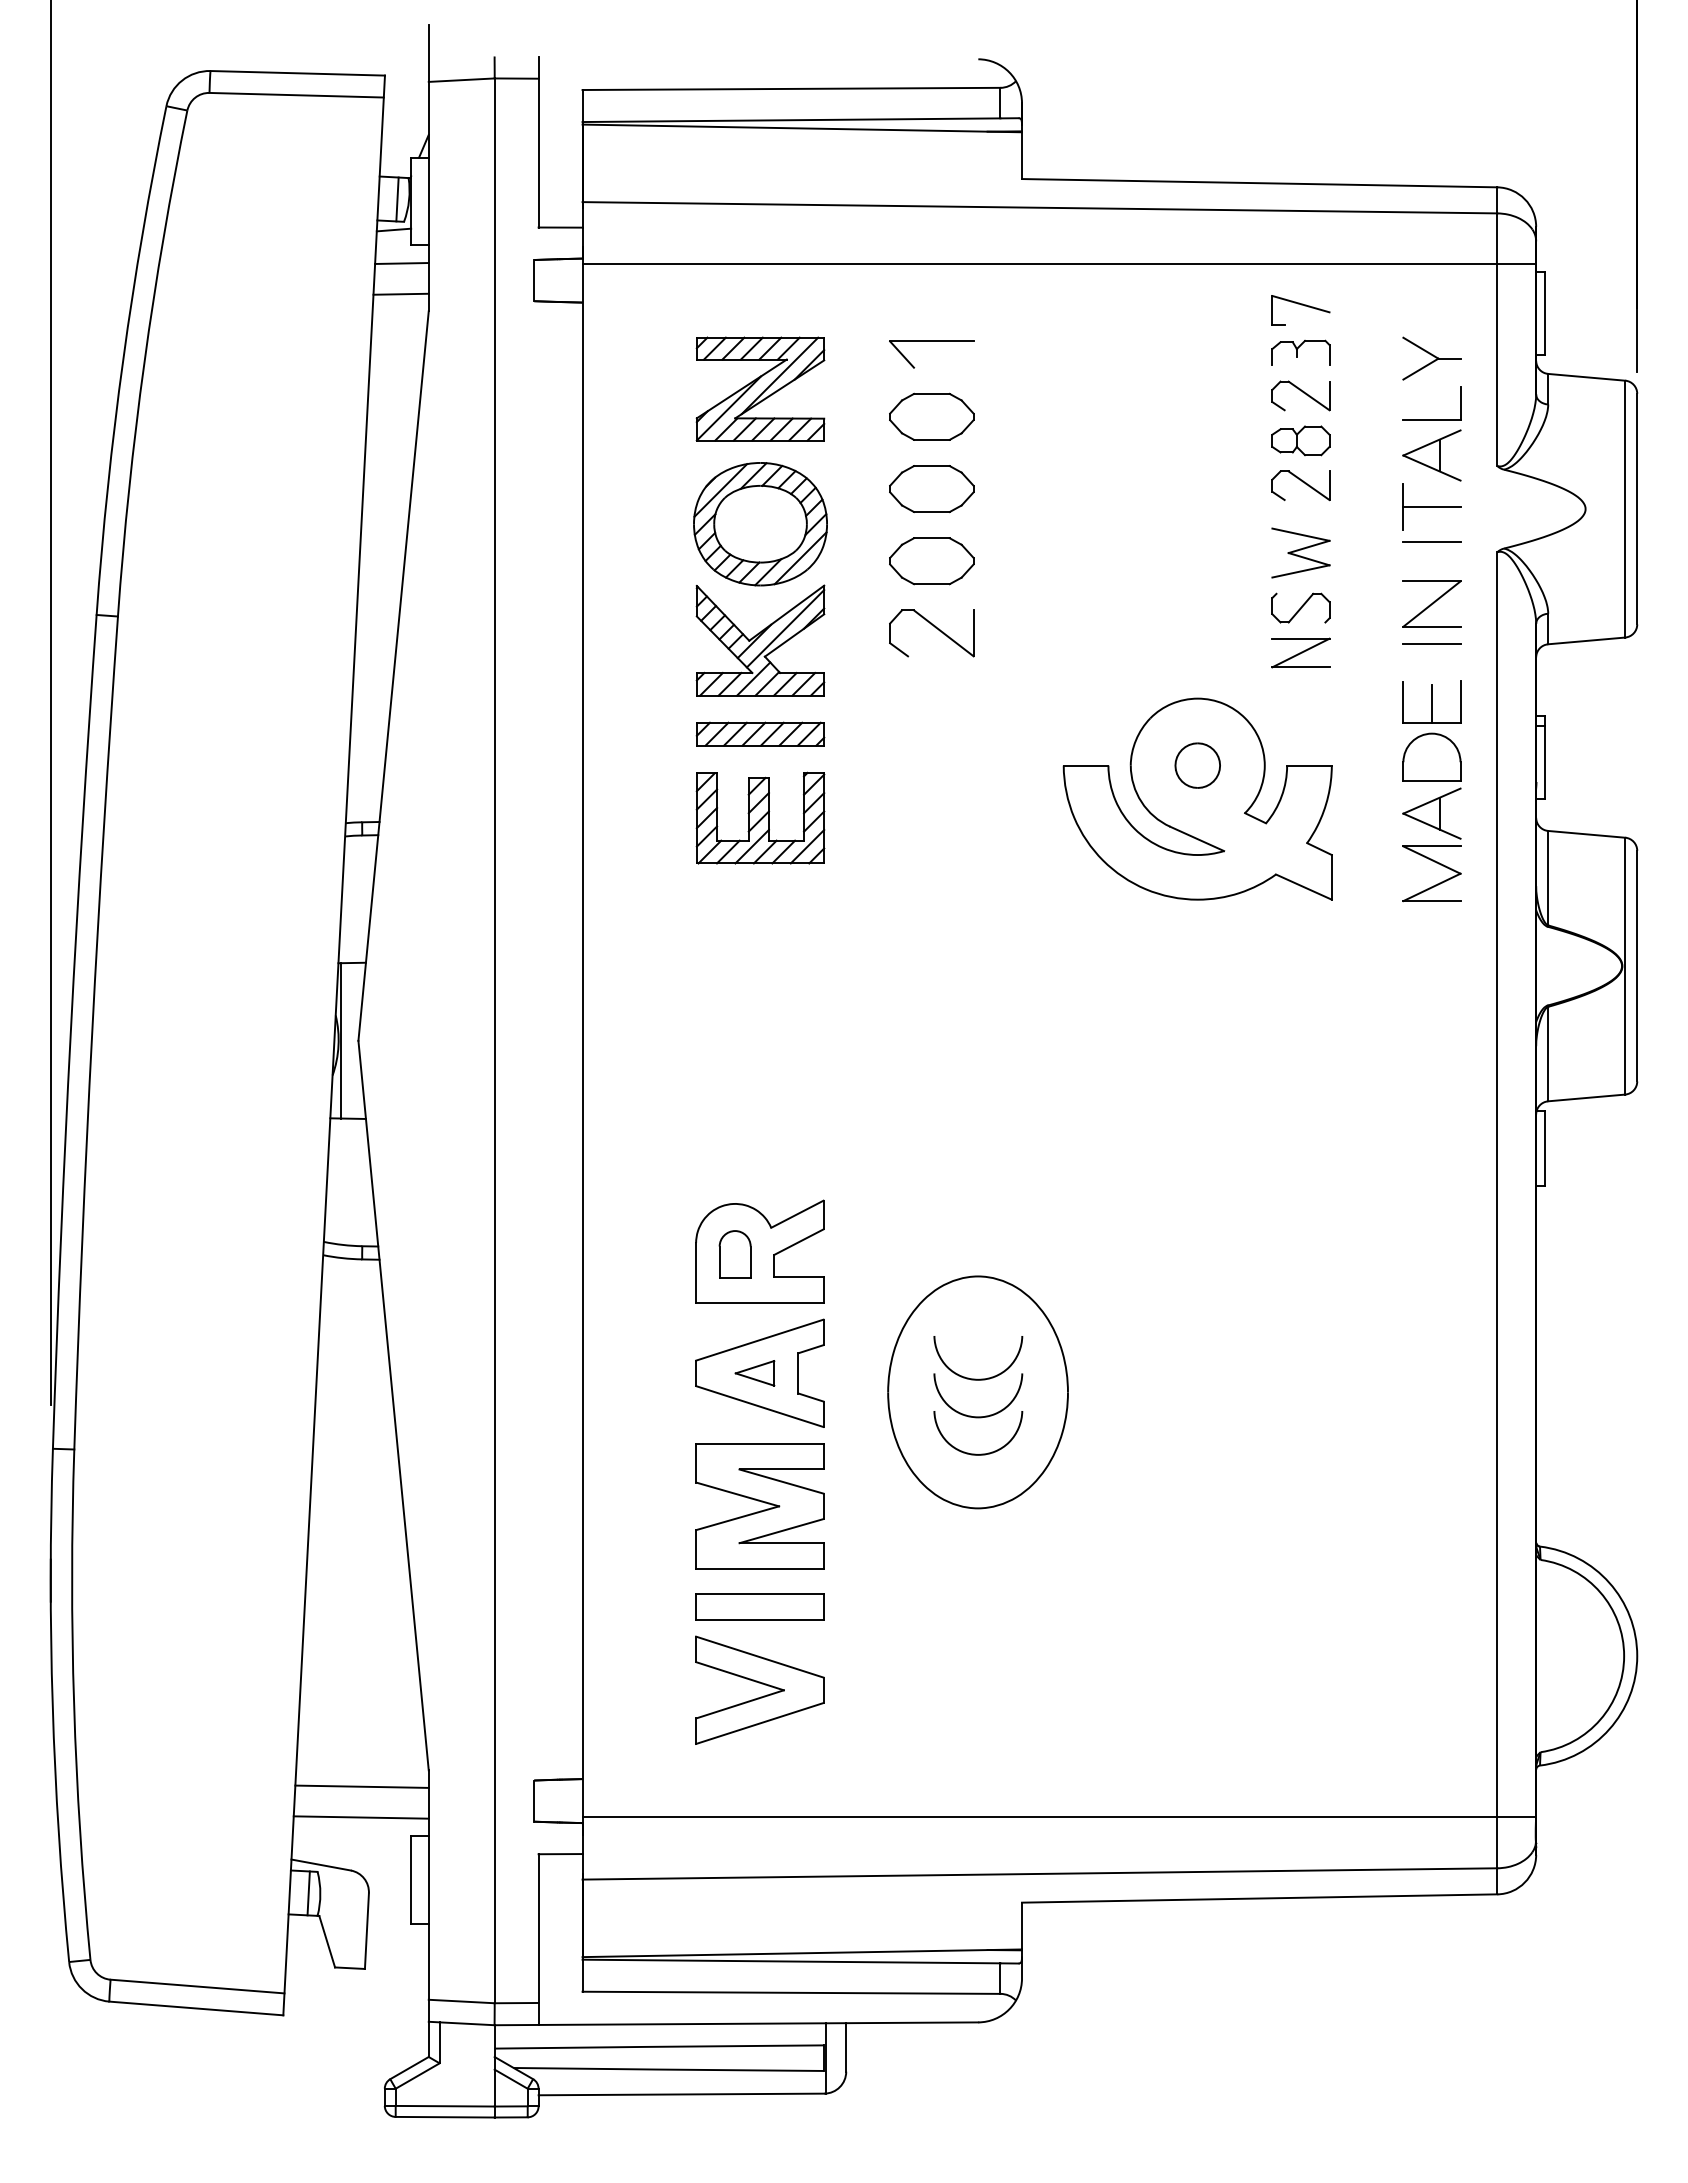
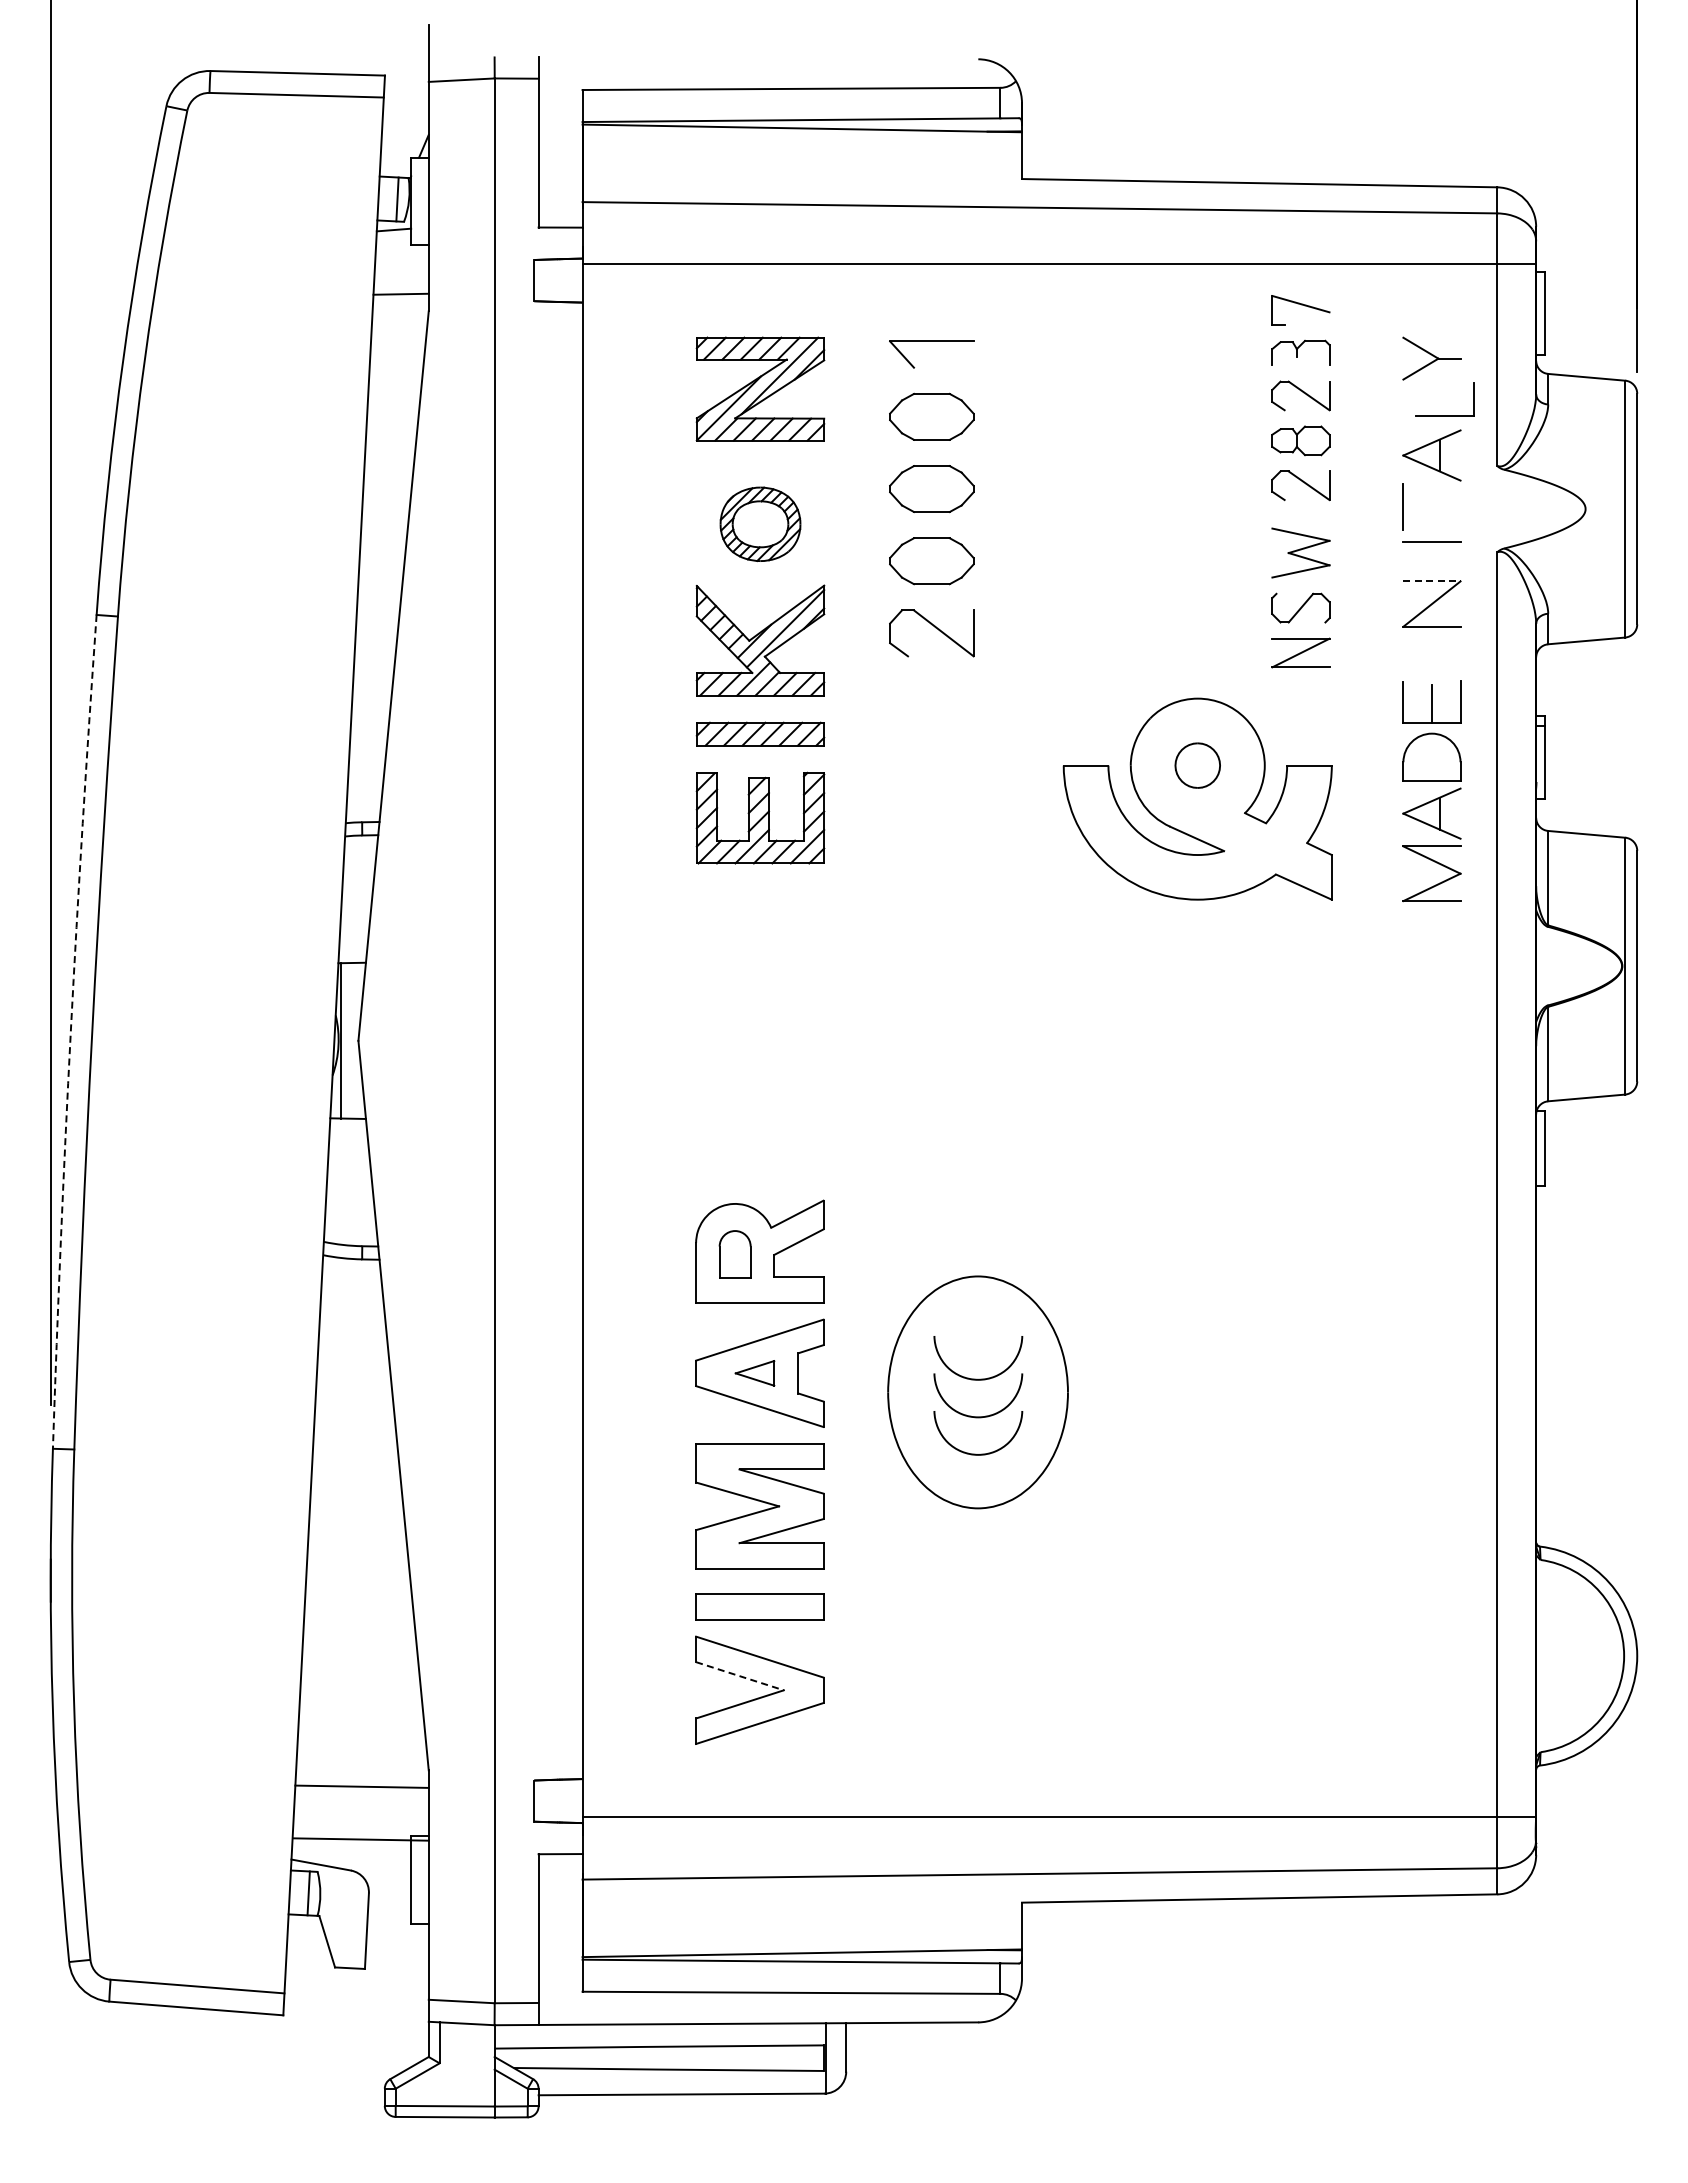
line at (401, 263): present -> none
part at (1431, 419) position: (1431, 419) -> (1444, 415)
line at (1431, 506): present -> none
part at (760, 524) size: 135x125 px -> 83x76 px
line at (1431, 581): solid -> dashed
line at (1431, 643): present -> none
arc at (70, 1031): solid -> dashed
line at (740, 1676): solid -> dashed
line at (360, 1817) position: (360, 1817) -> (360, 1839)
